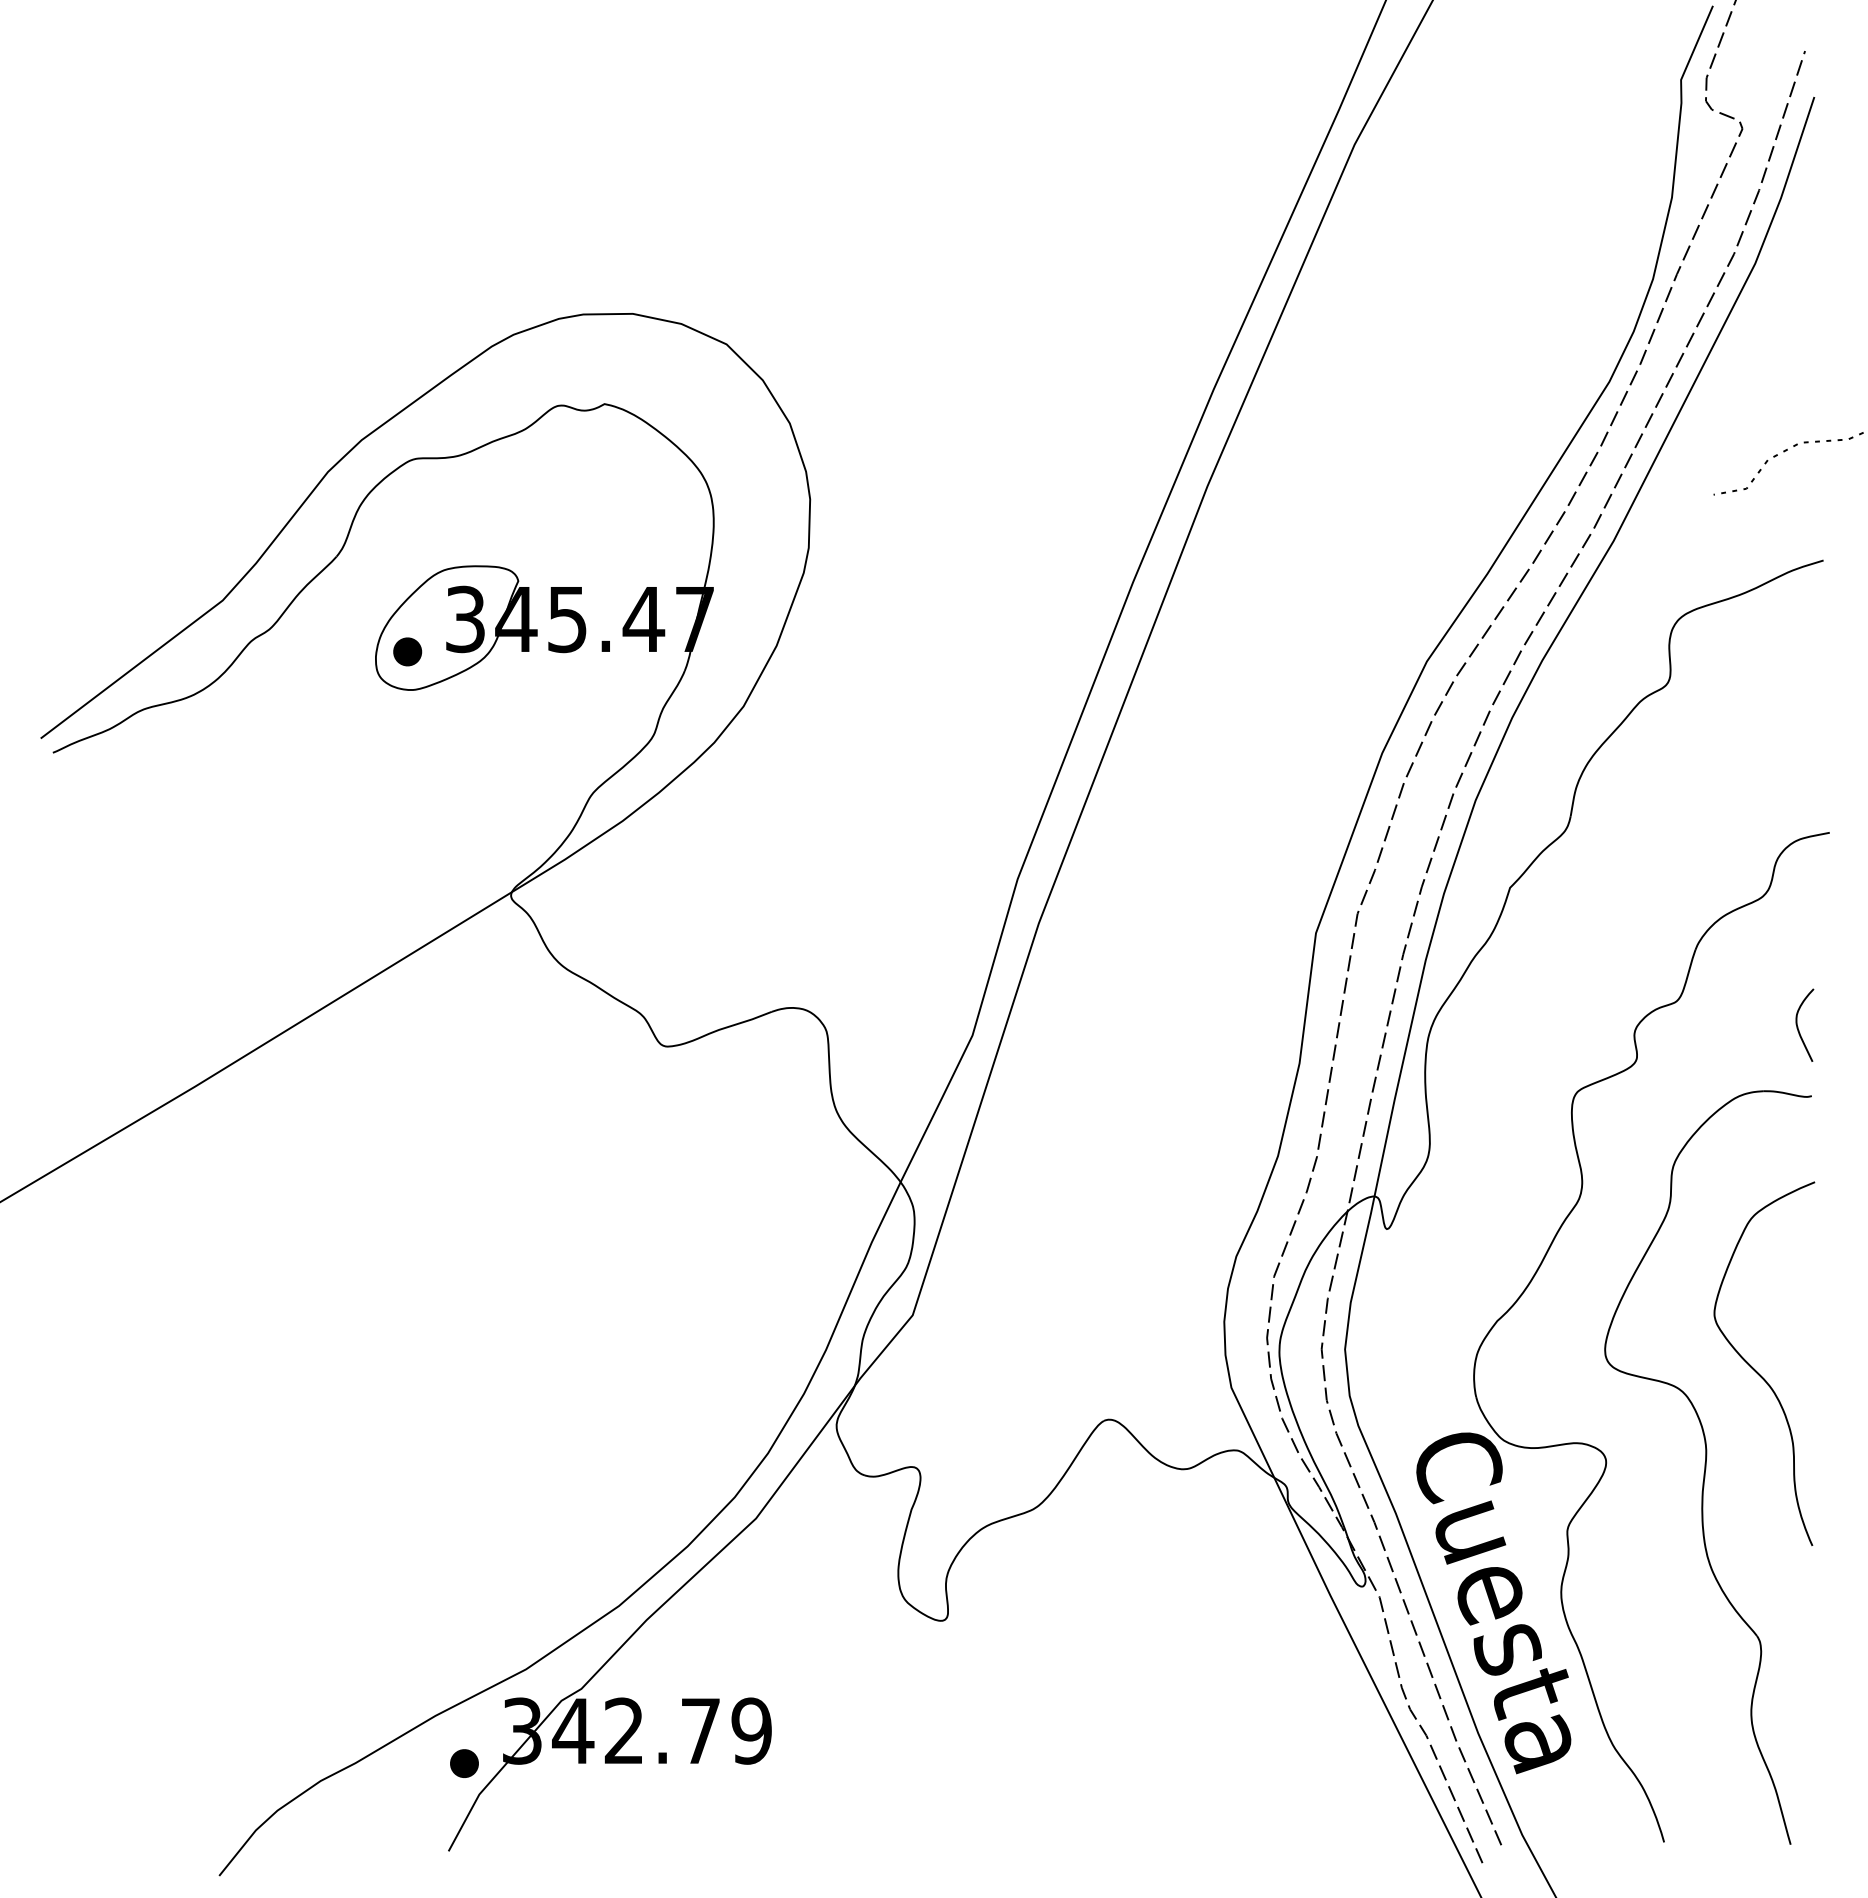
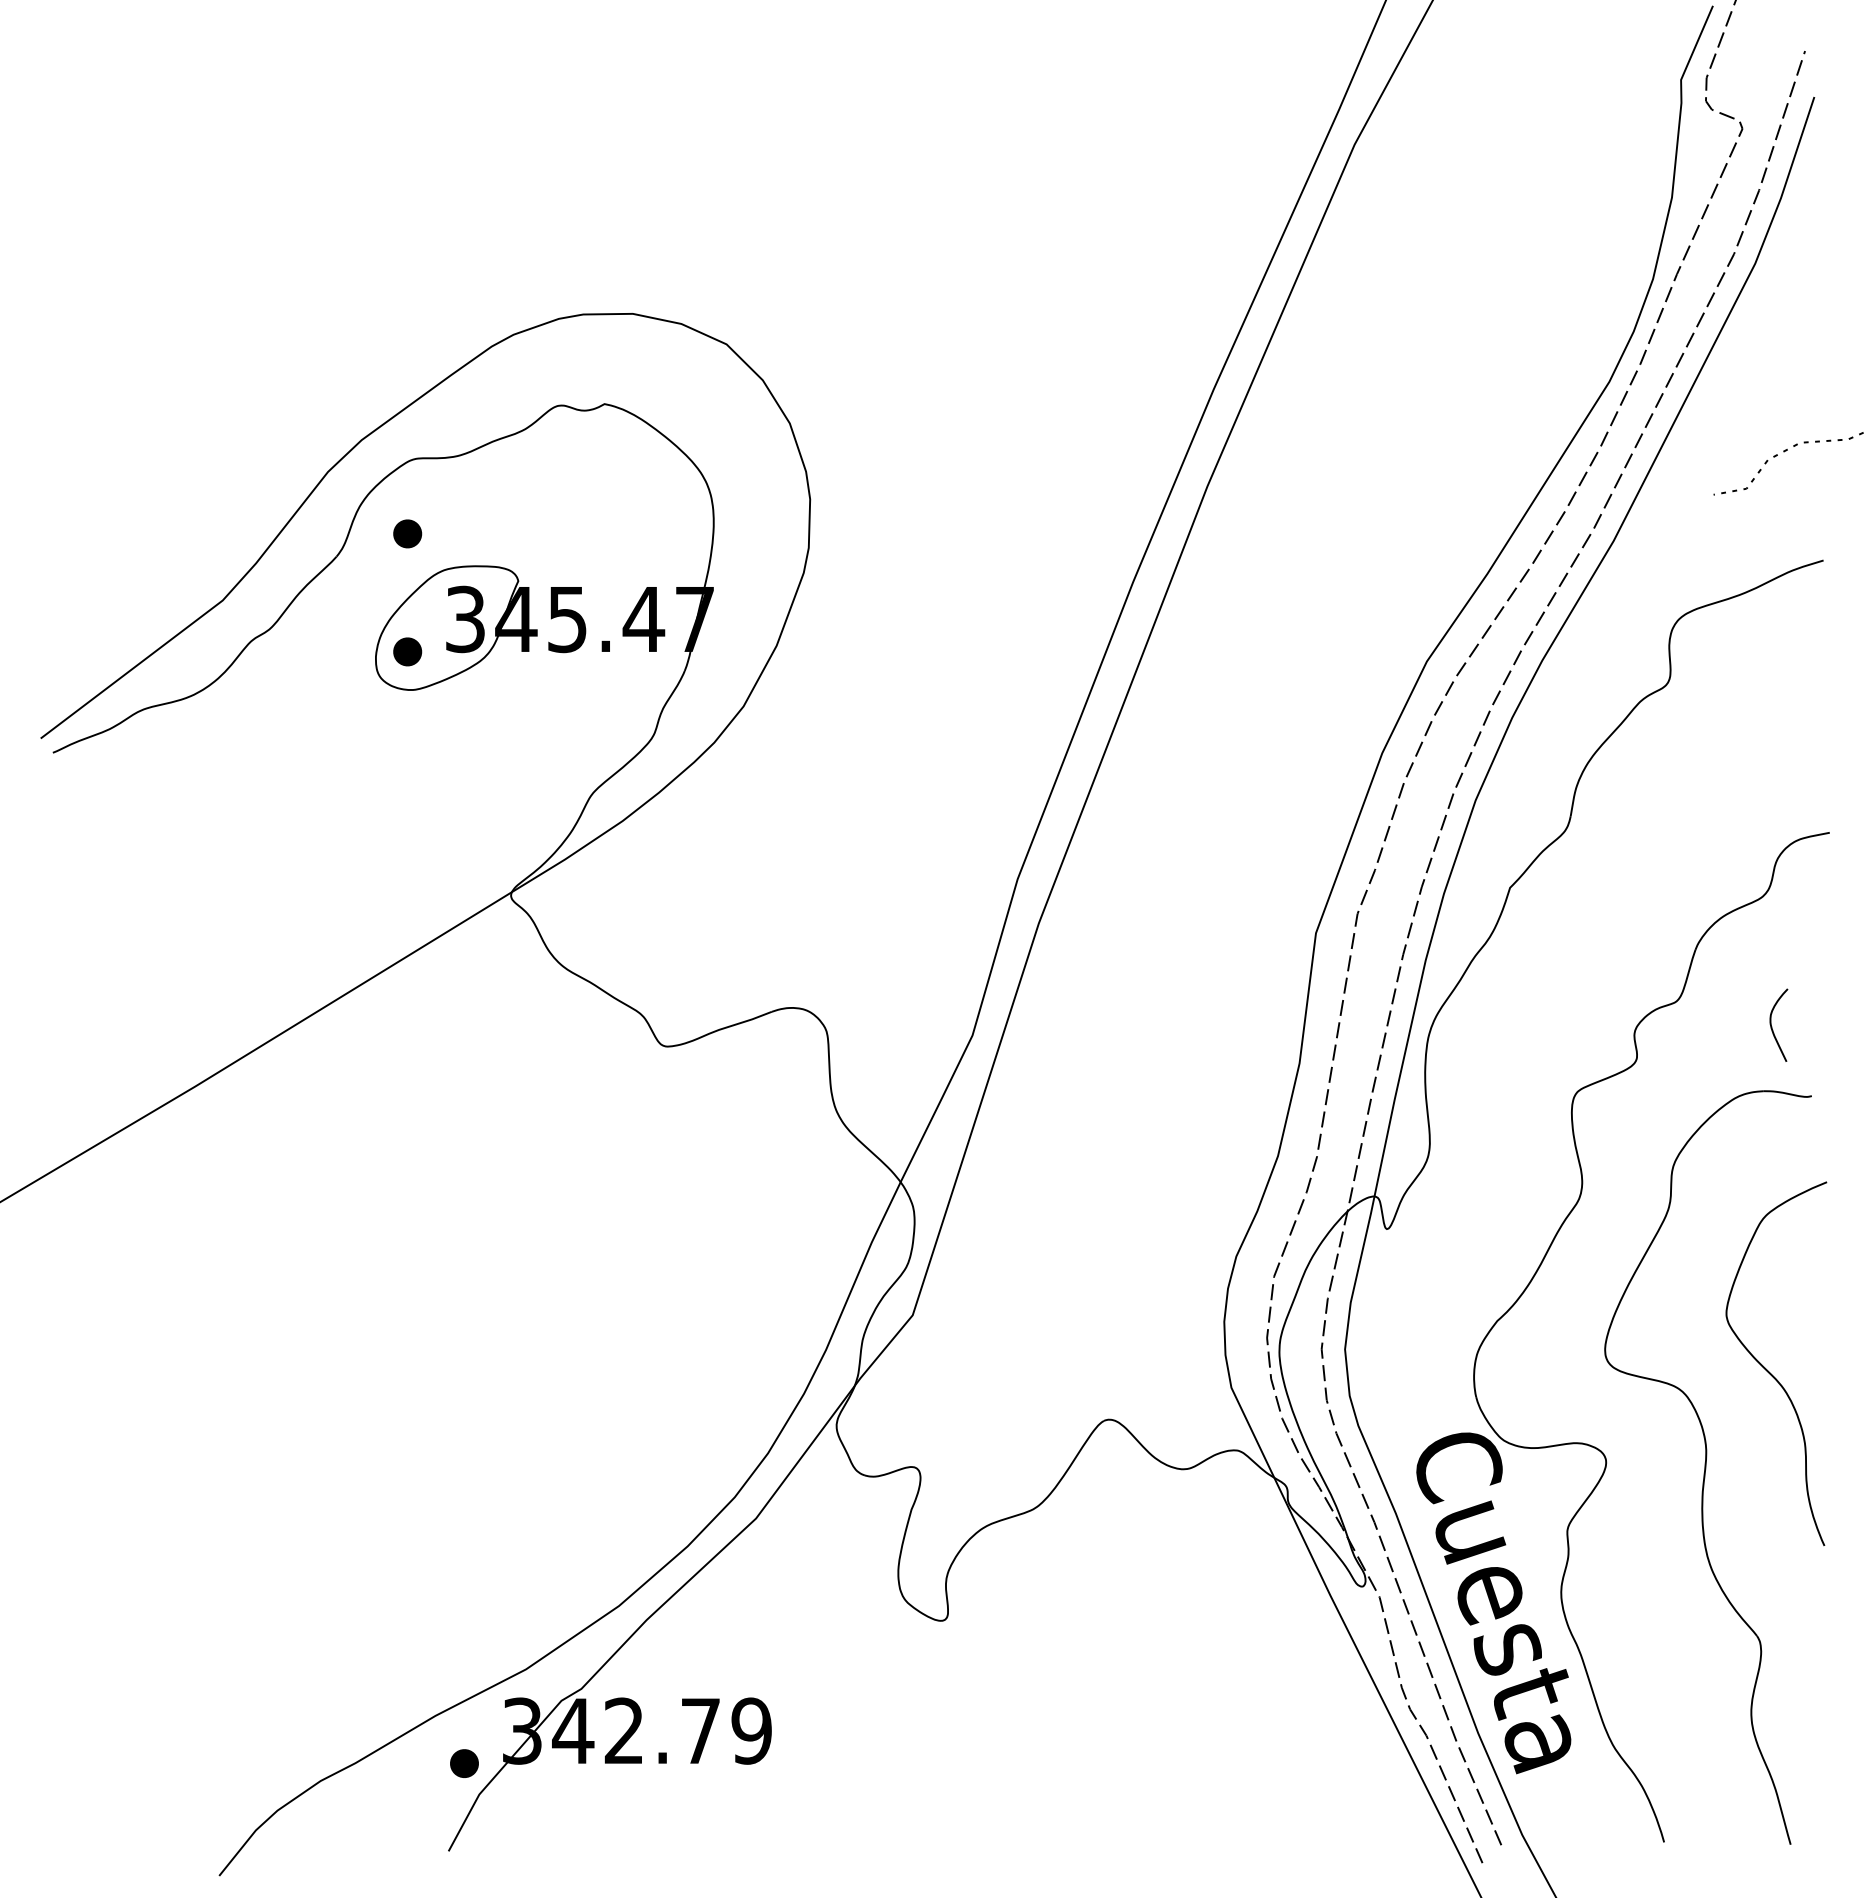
part at (407, 533): none -> present
curve at (1798, 1026) position: (1798, 1026) -> (1772, 1026)
curve at (1756, 1370) position: (1756, 1370) -> (1768, 1370)
